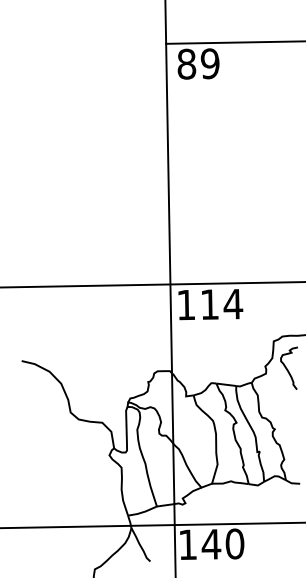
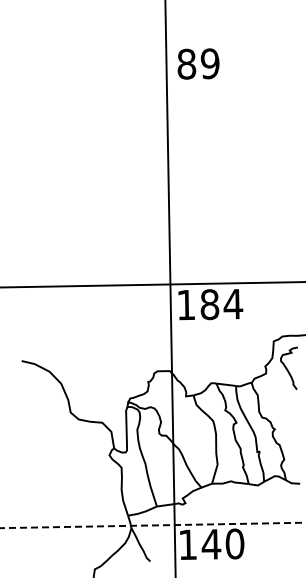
line at (234, 42): present -> none
text at (209, 304): 114 -> 184
line at (153, 525): solid -> dashed
